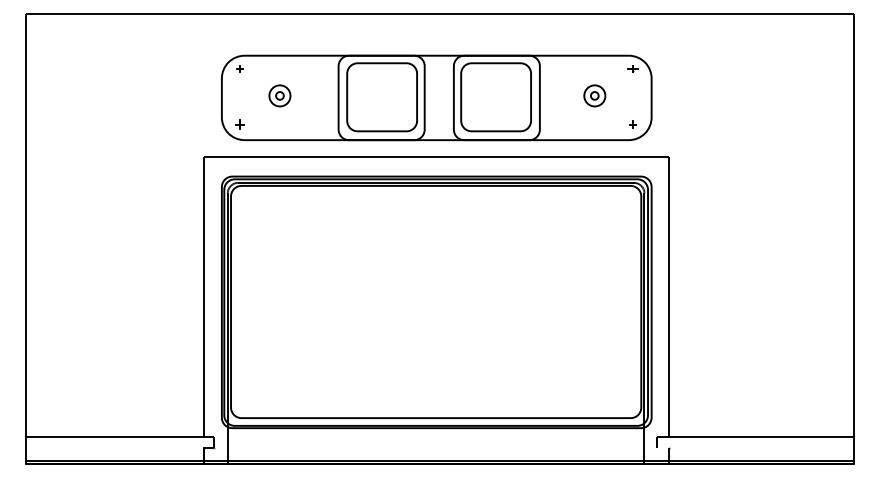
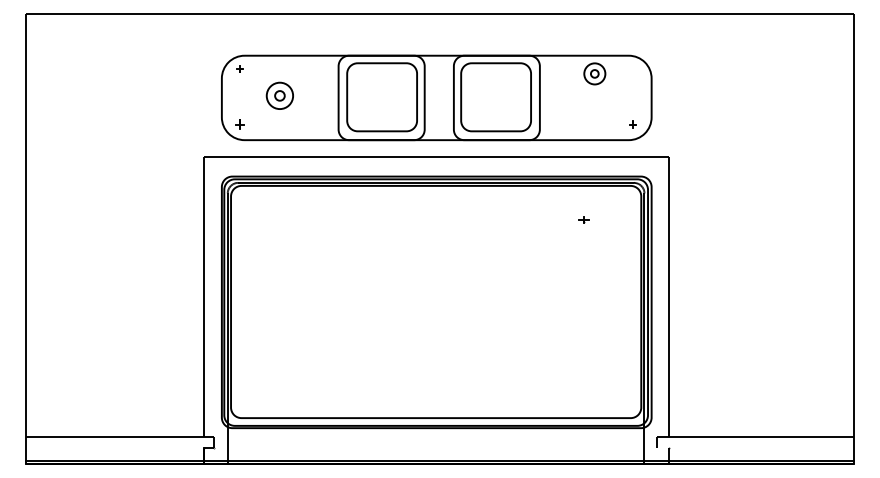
part at (632, 68) position: (632, 68) -> (583, 219)
part at (279, 95) size: 24x24 px -> 29x29 px
part at (594, 95) position: (594, 95) -> (594, 73)
